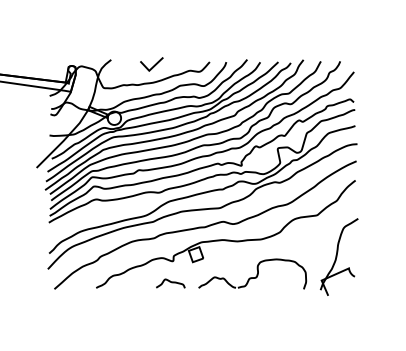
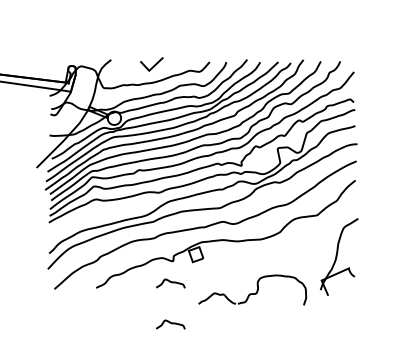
part at (252, 273) position: (252, 273) -> (252, 289)
curve at (170, 323): none -> present
